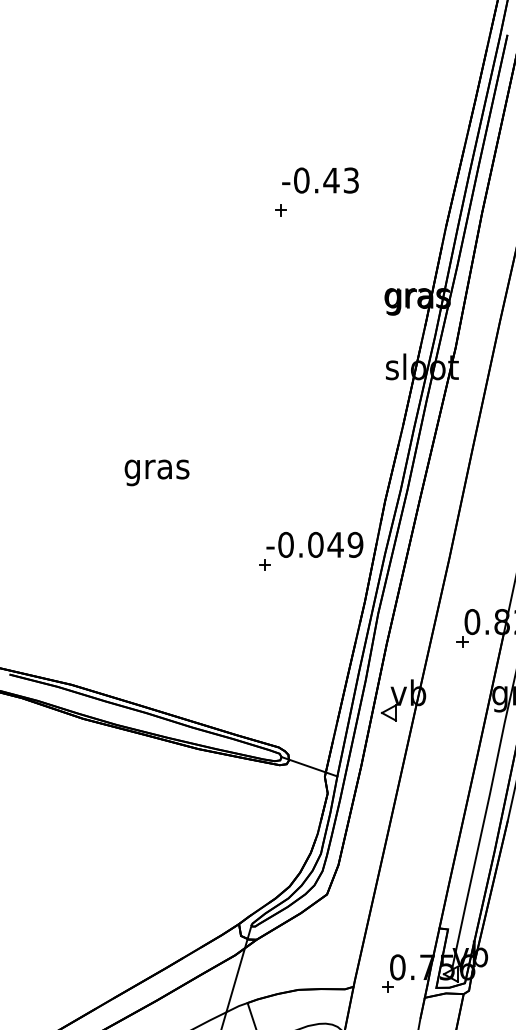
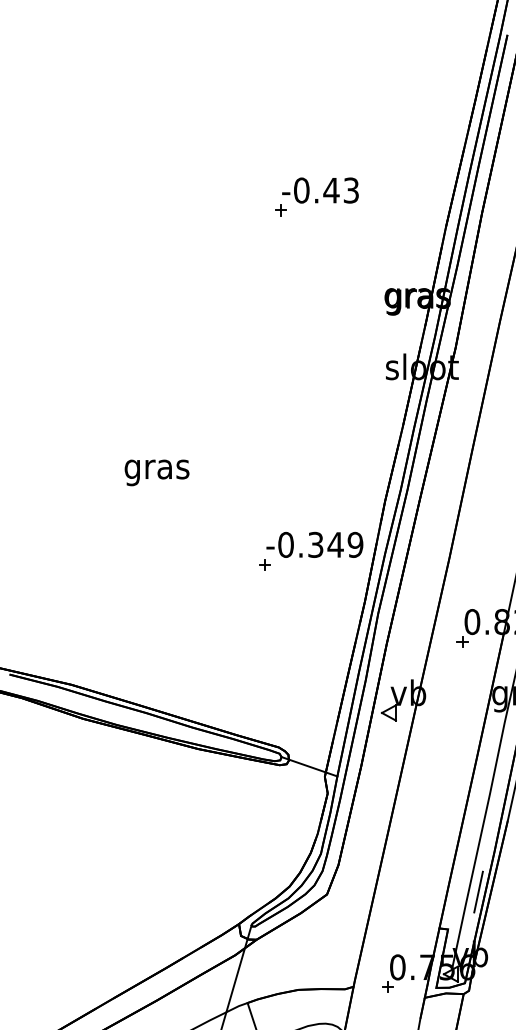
text at (320, 180) position: (320, 180) -> (320, 190)
text at (315, 544): -0.049 -> -0.349
line at (478, 891): none -> present
